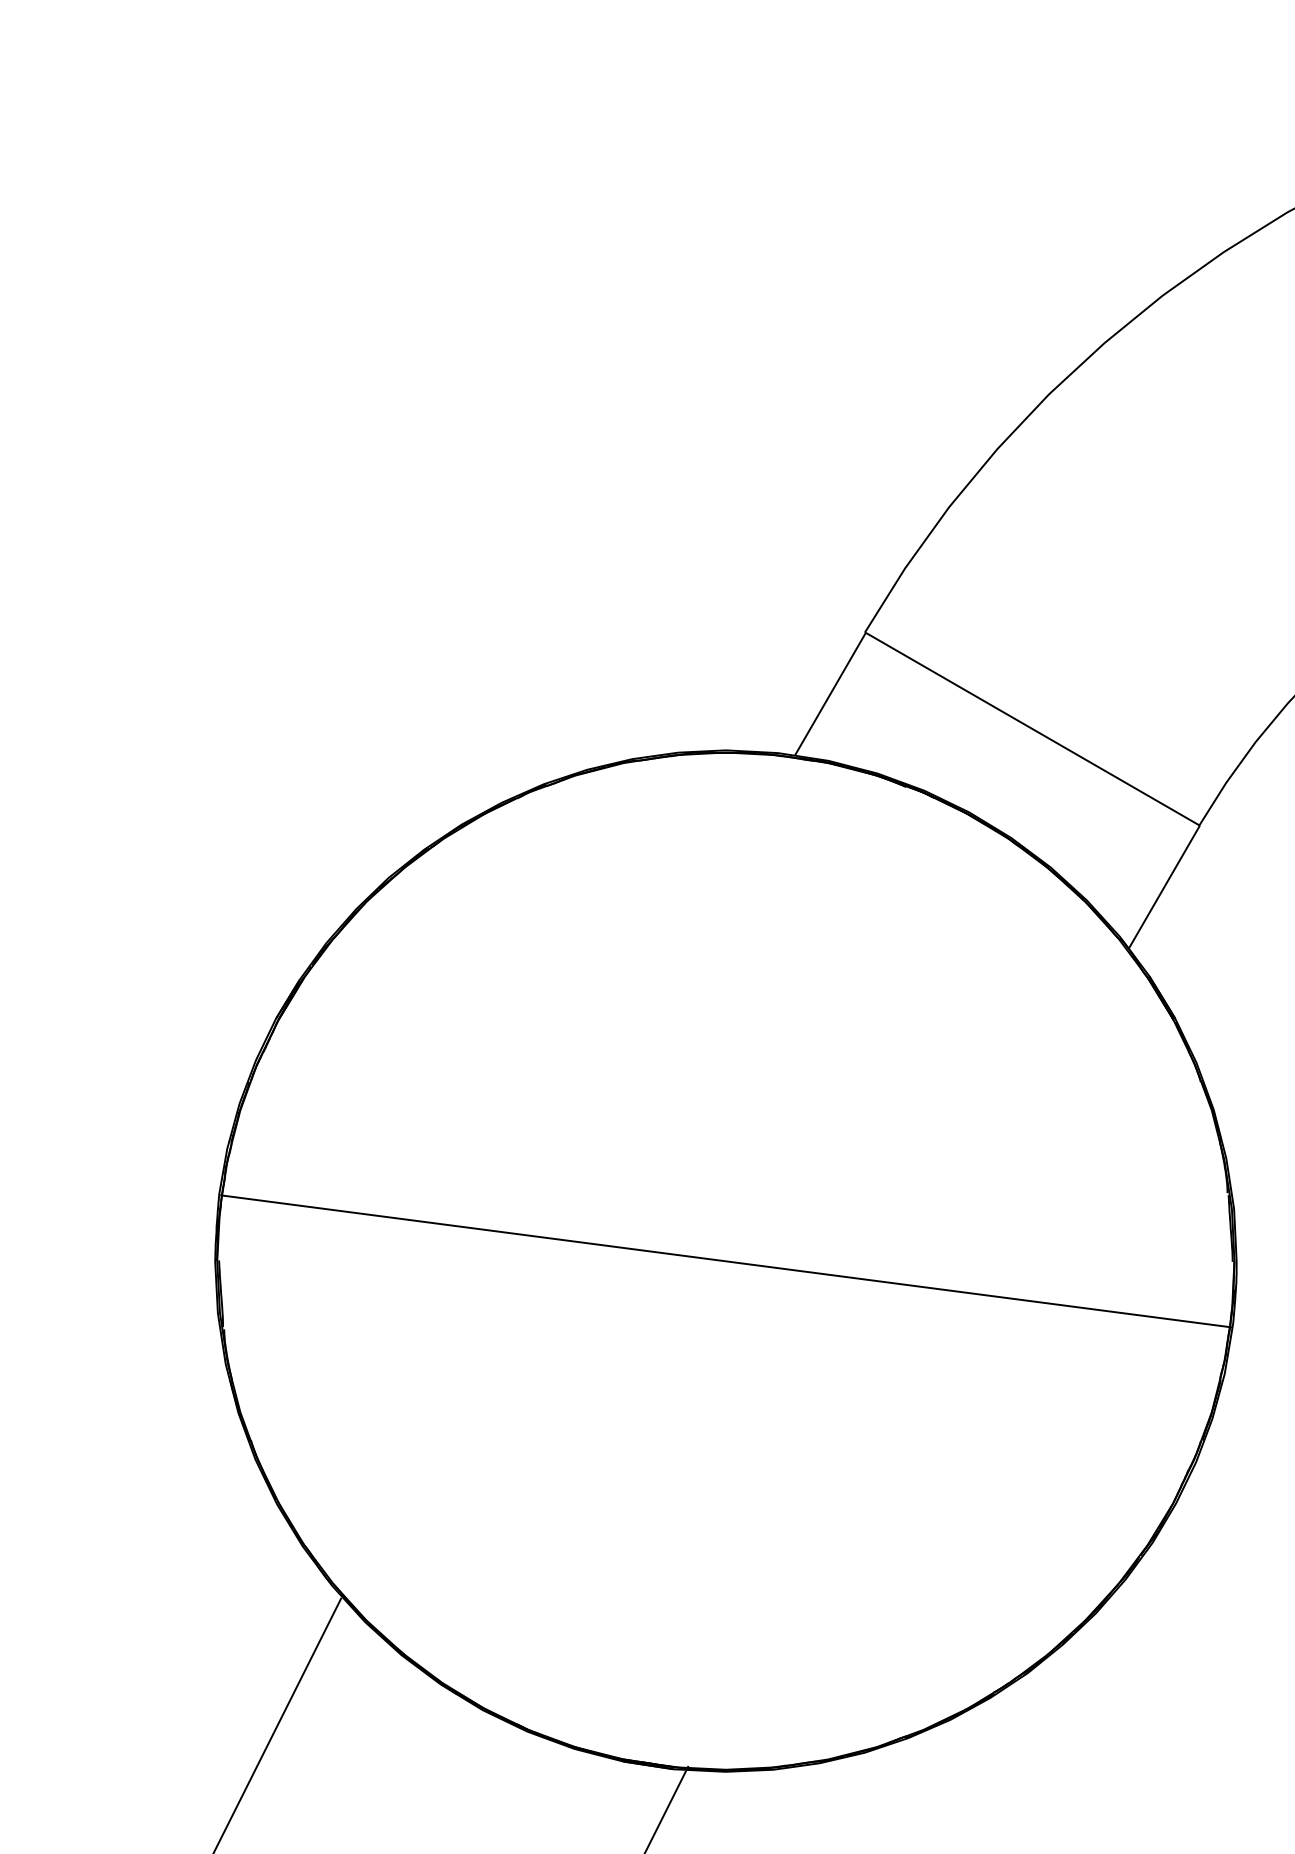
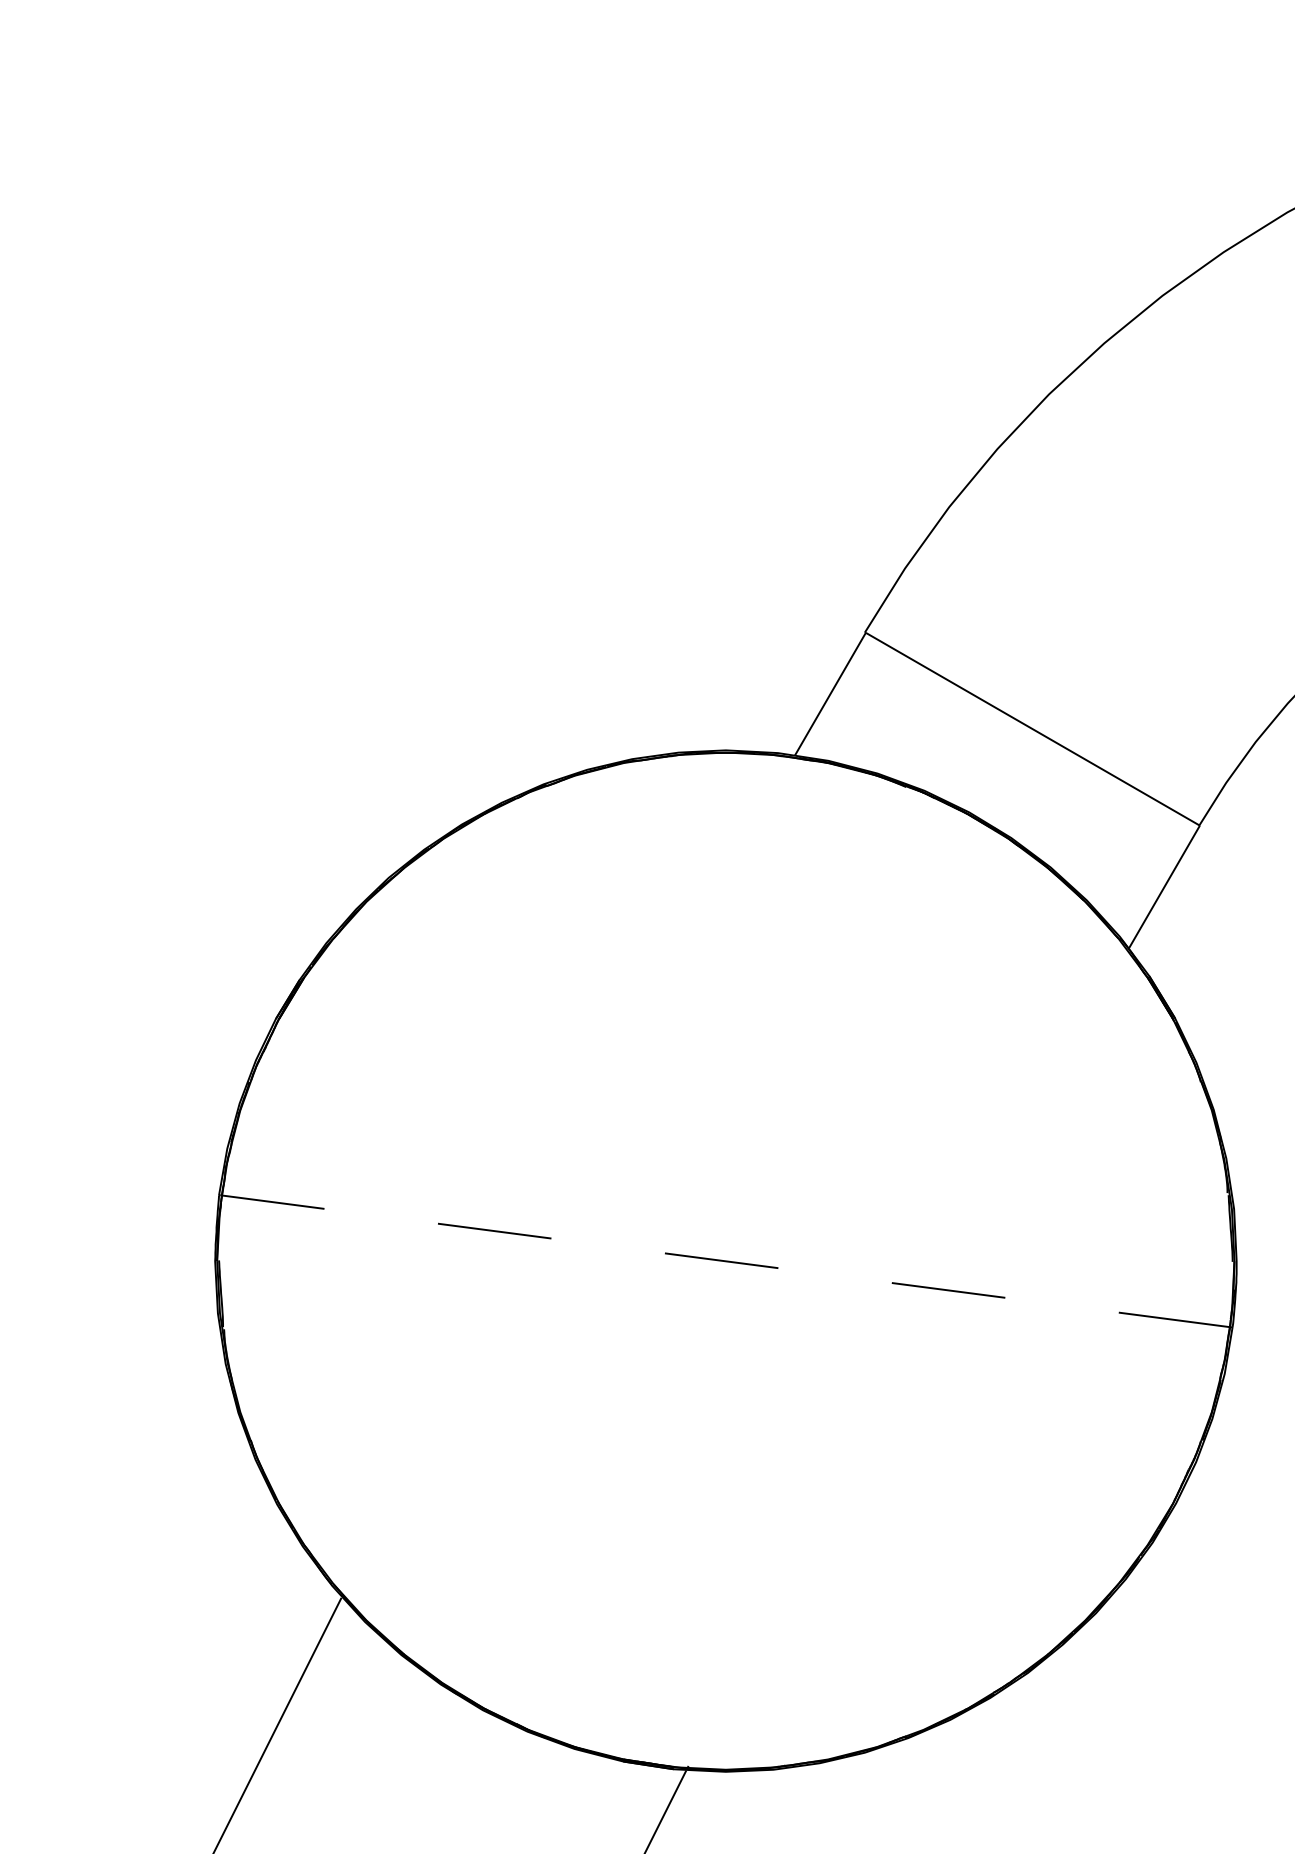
line at (725, 1261): solid -> dashed
